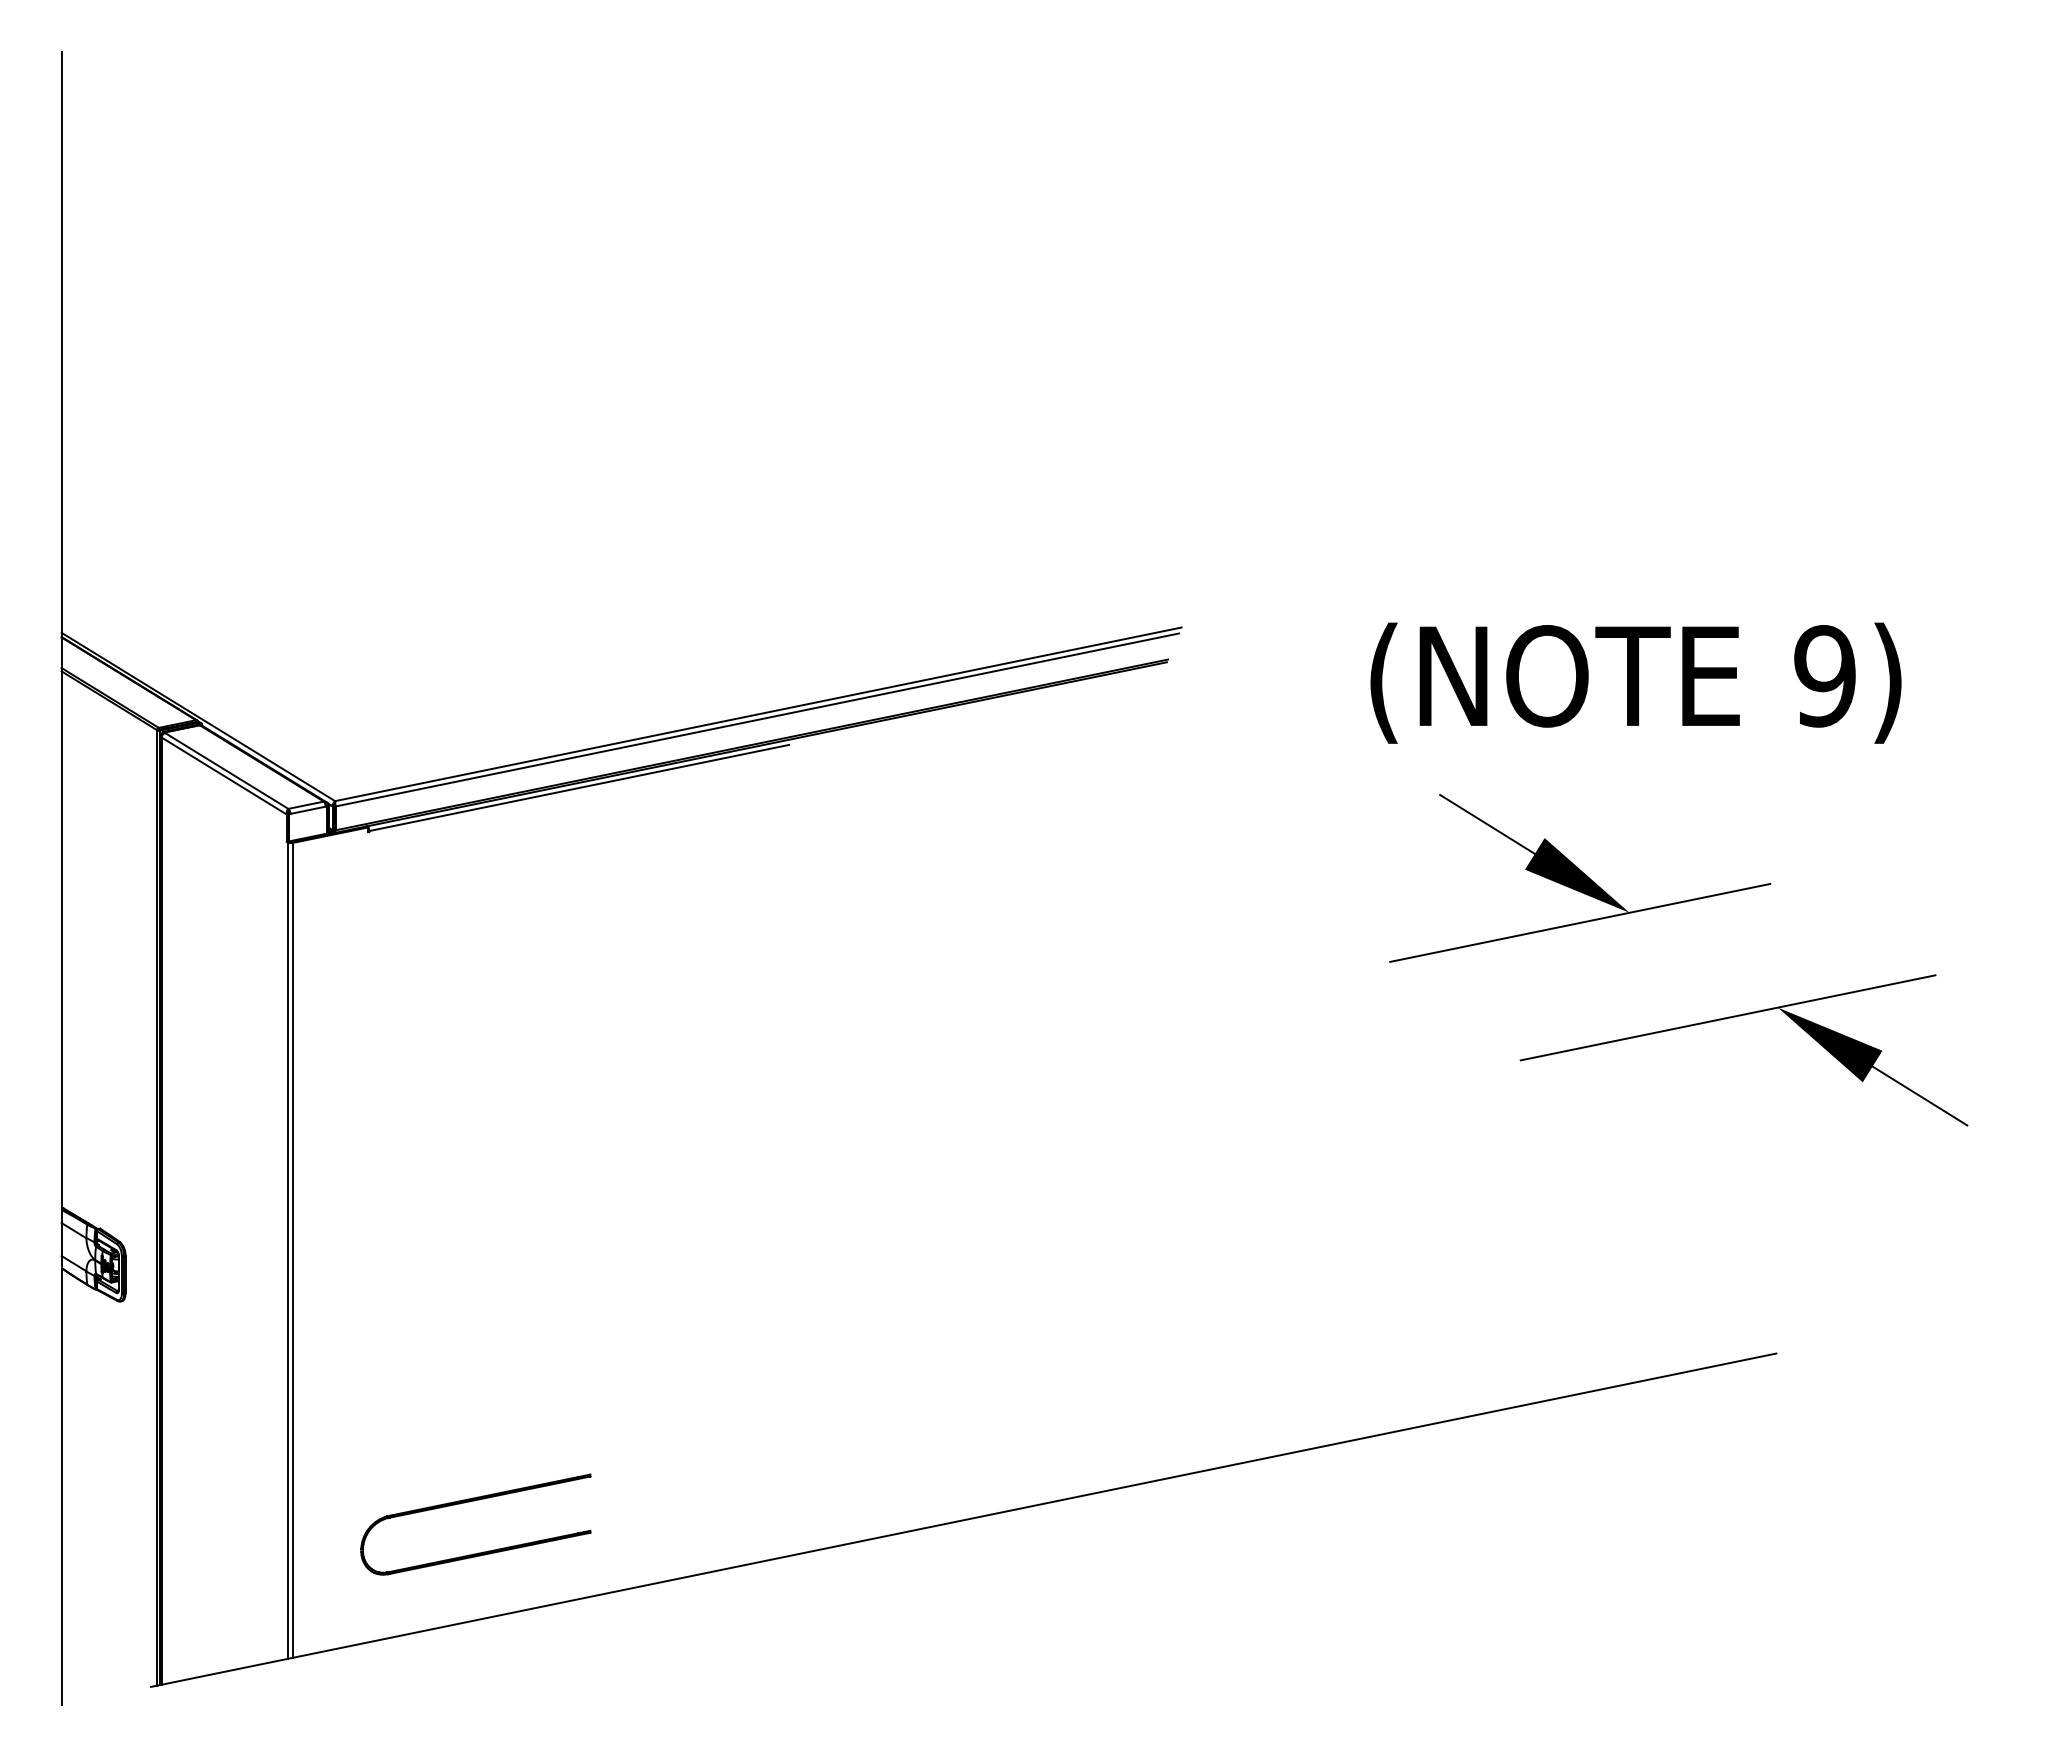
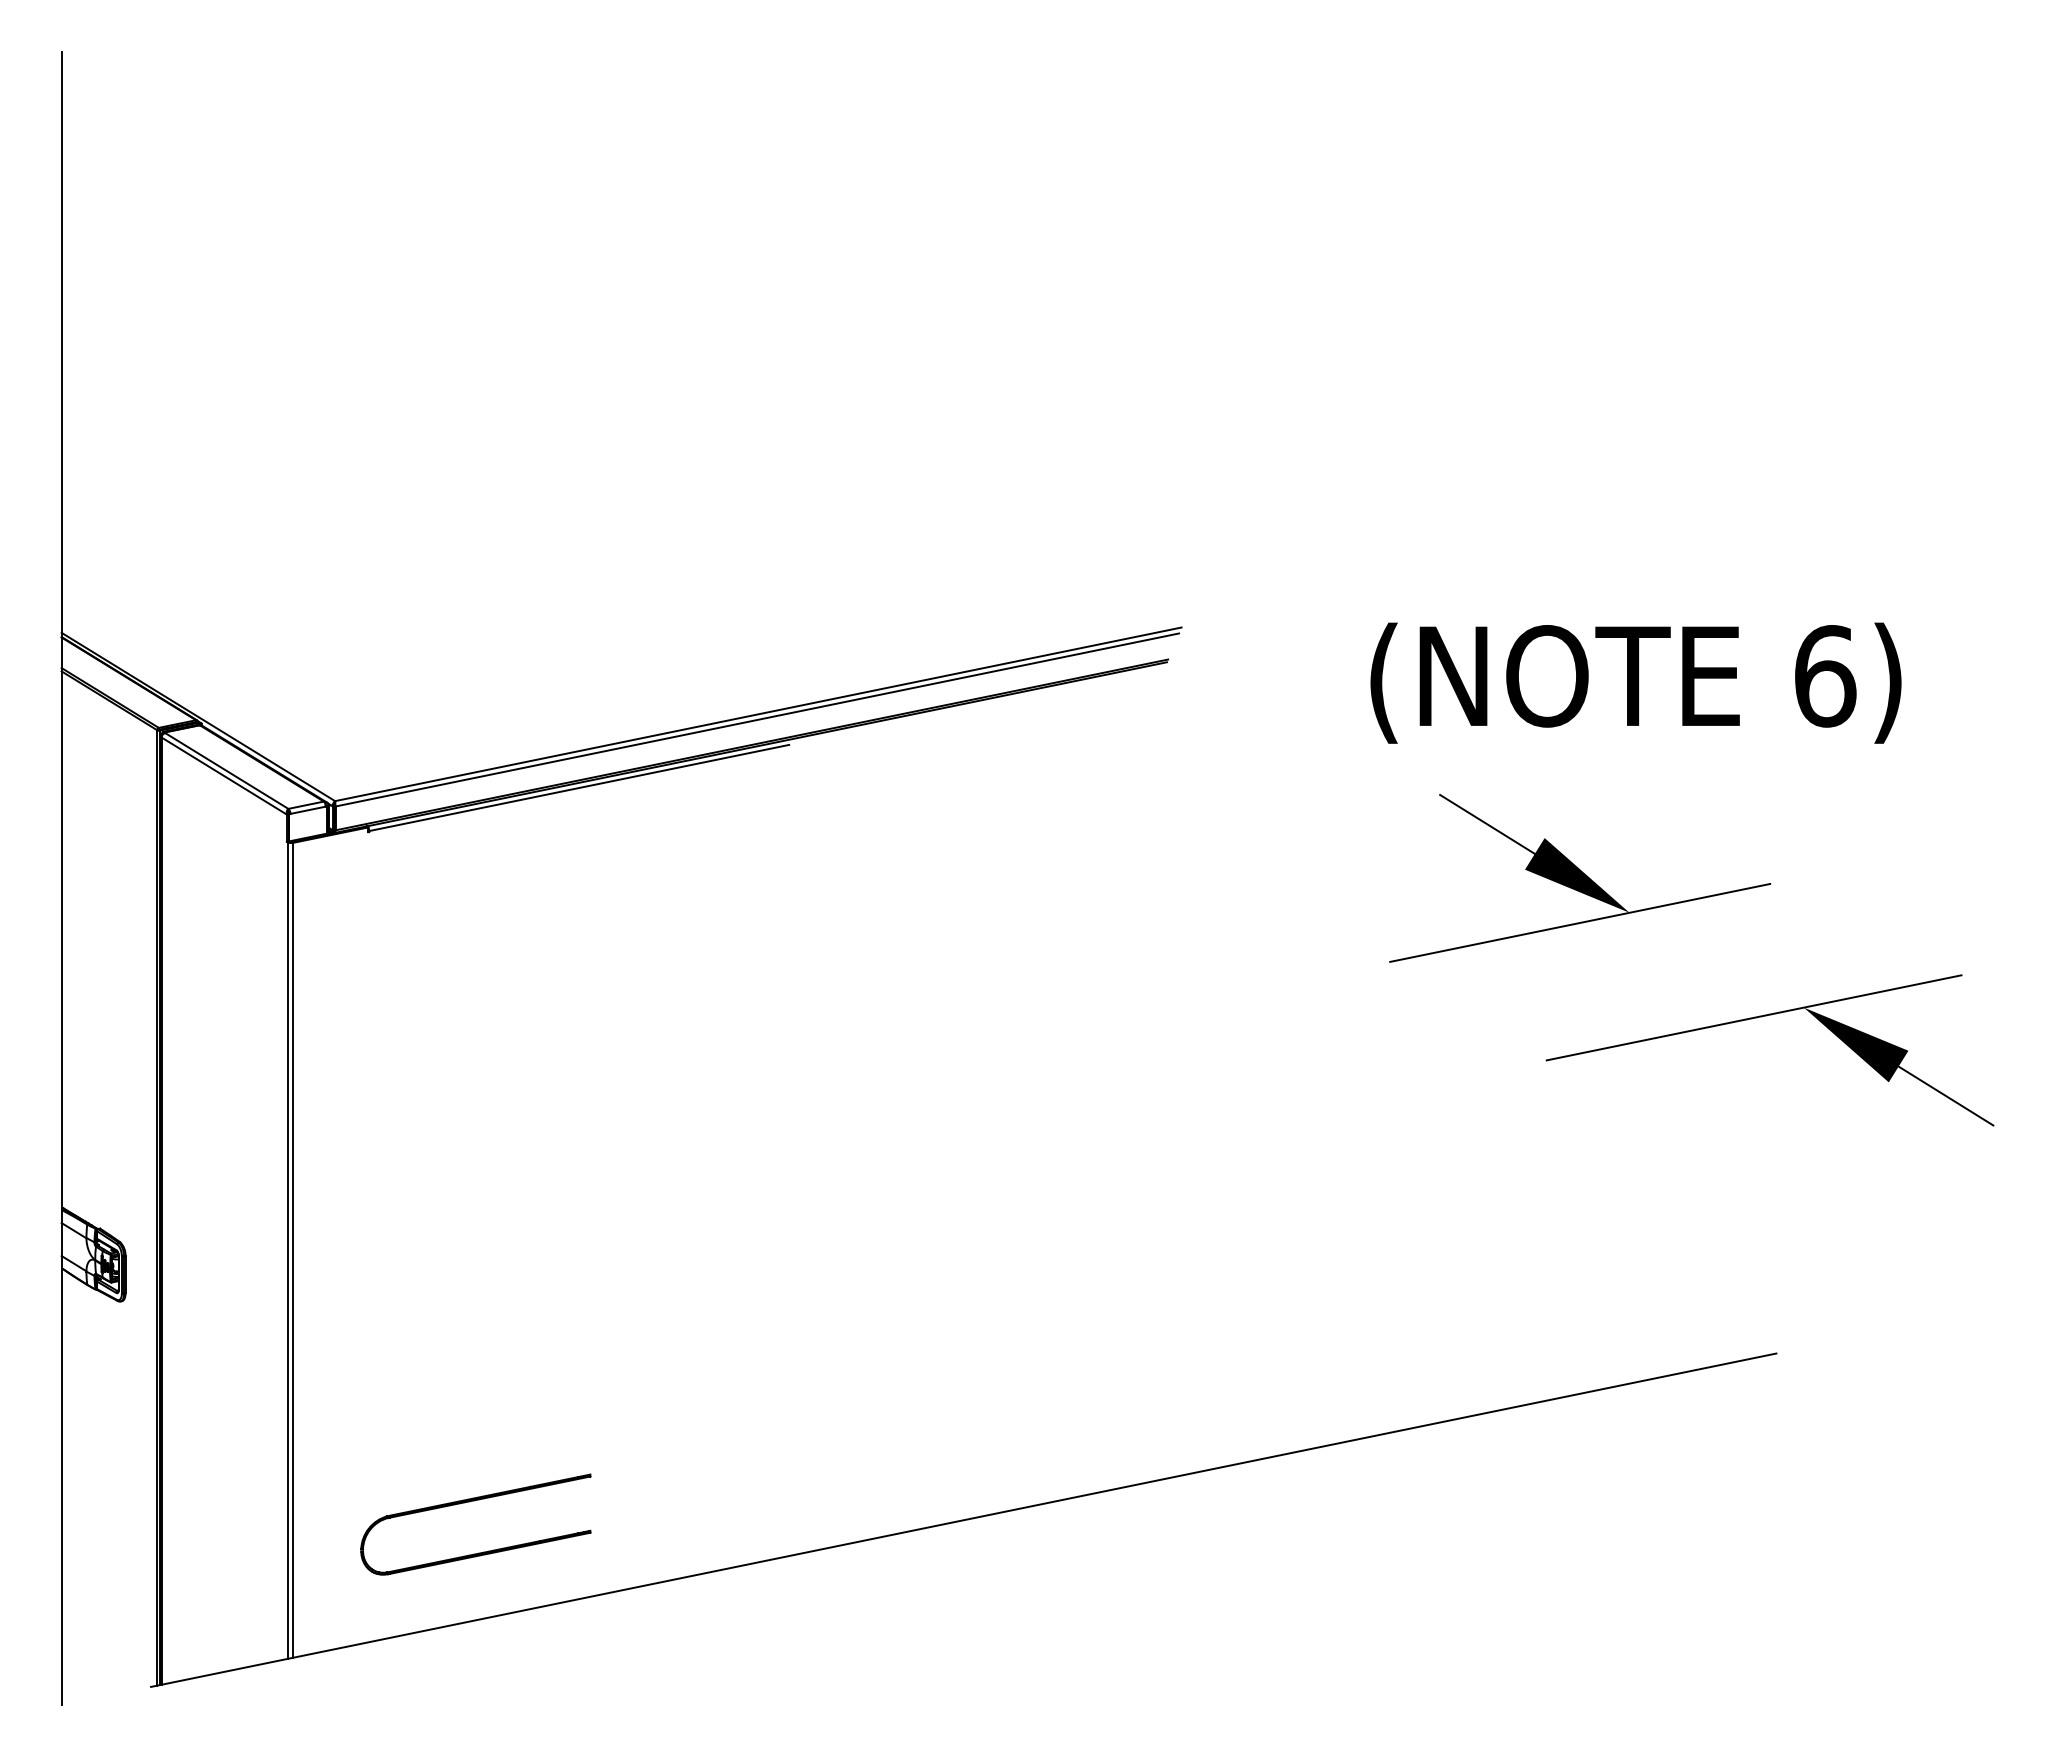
text at (1825, 676): 9) -> 6)
part at (1735, 1017) position: (1735, 1017) -> (1761, 1017)
